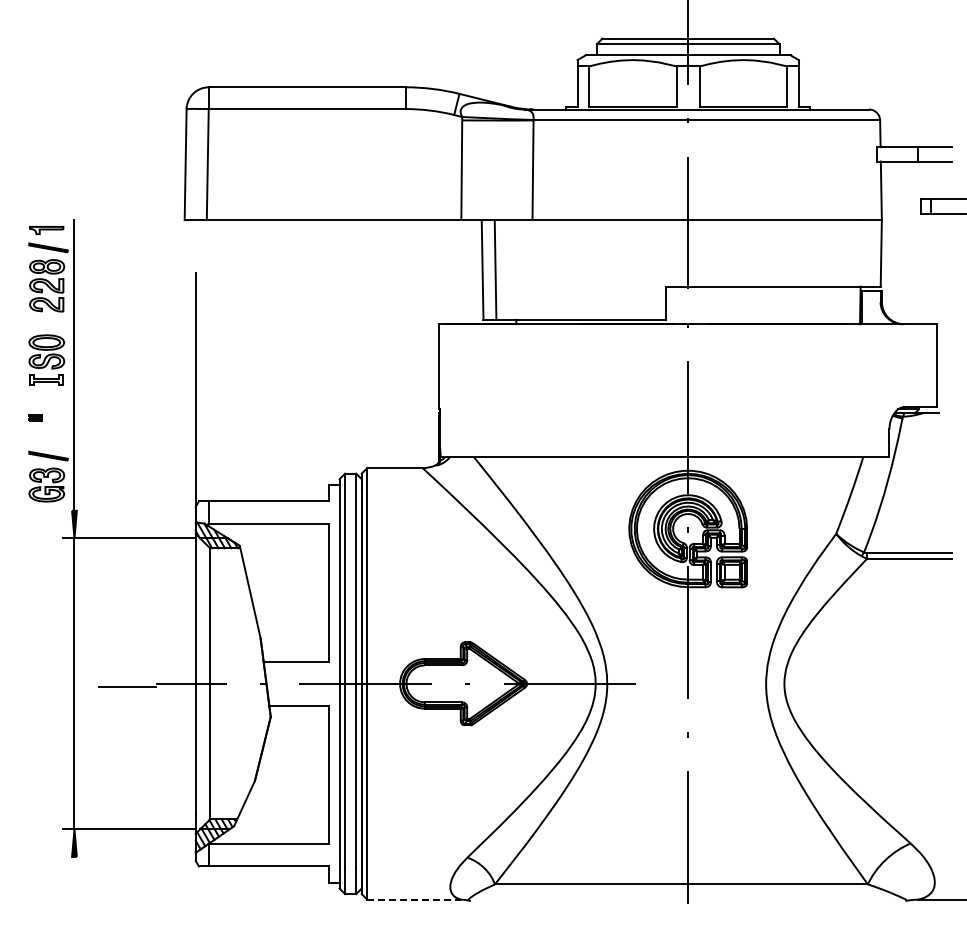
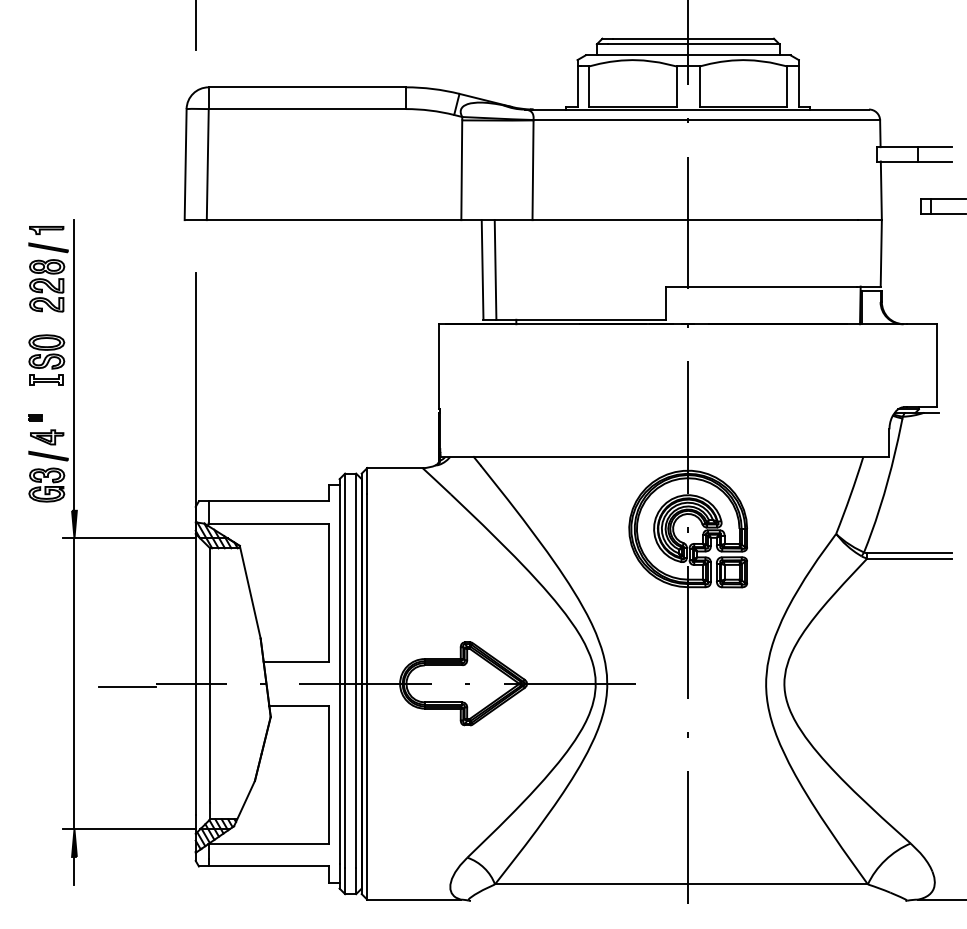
line at (195, 26): none -> present
part at (47, 437): none -> present
line at (74, 870): none -> present
line at (414, 899): dashed -> solid
